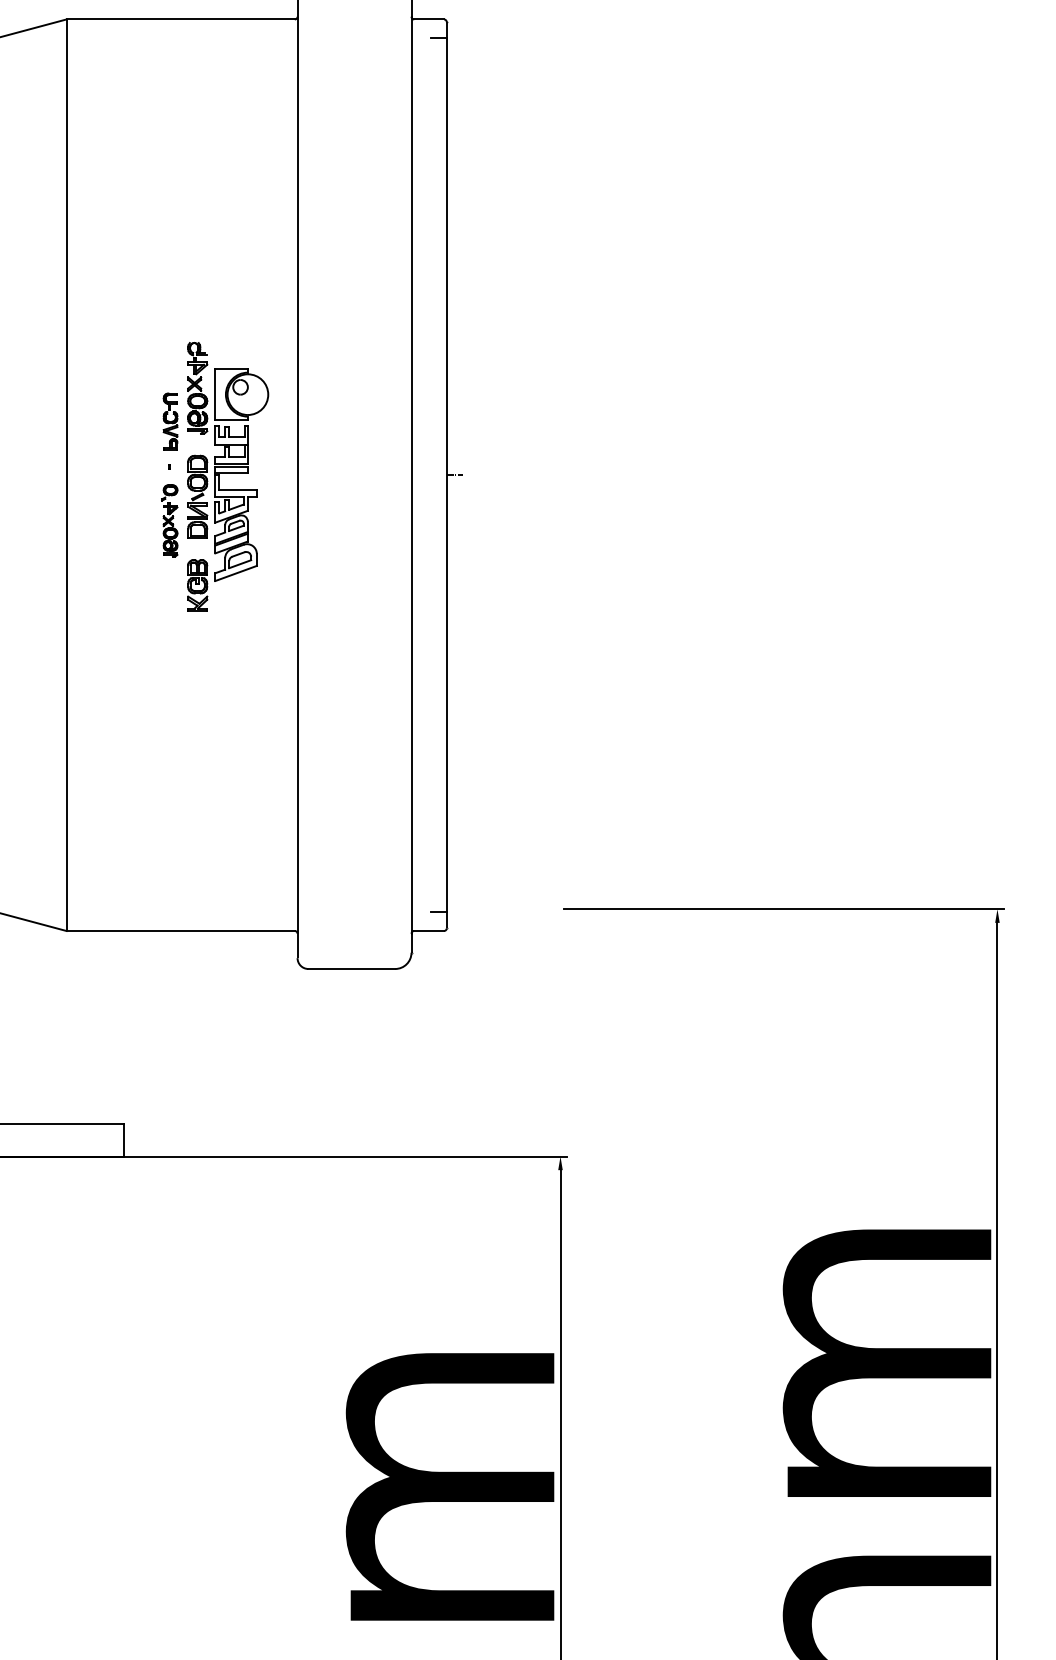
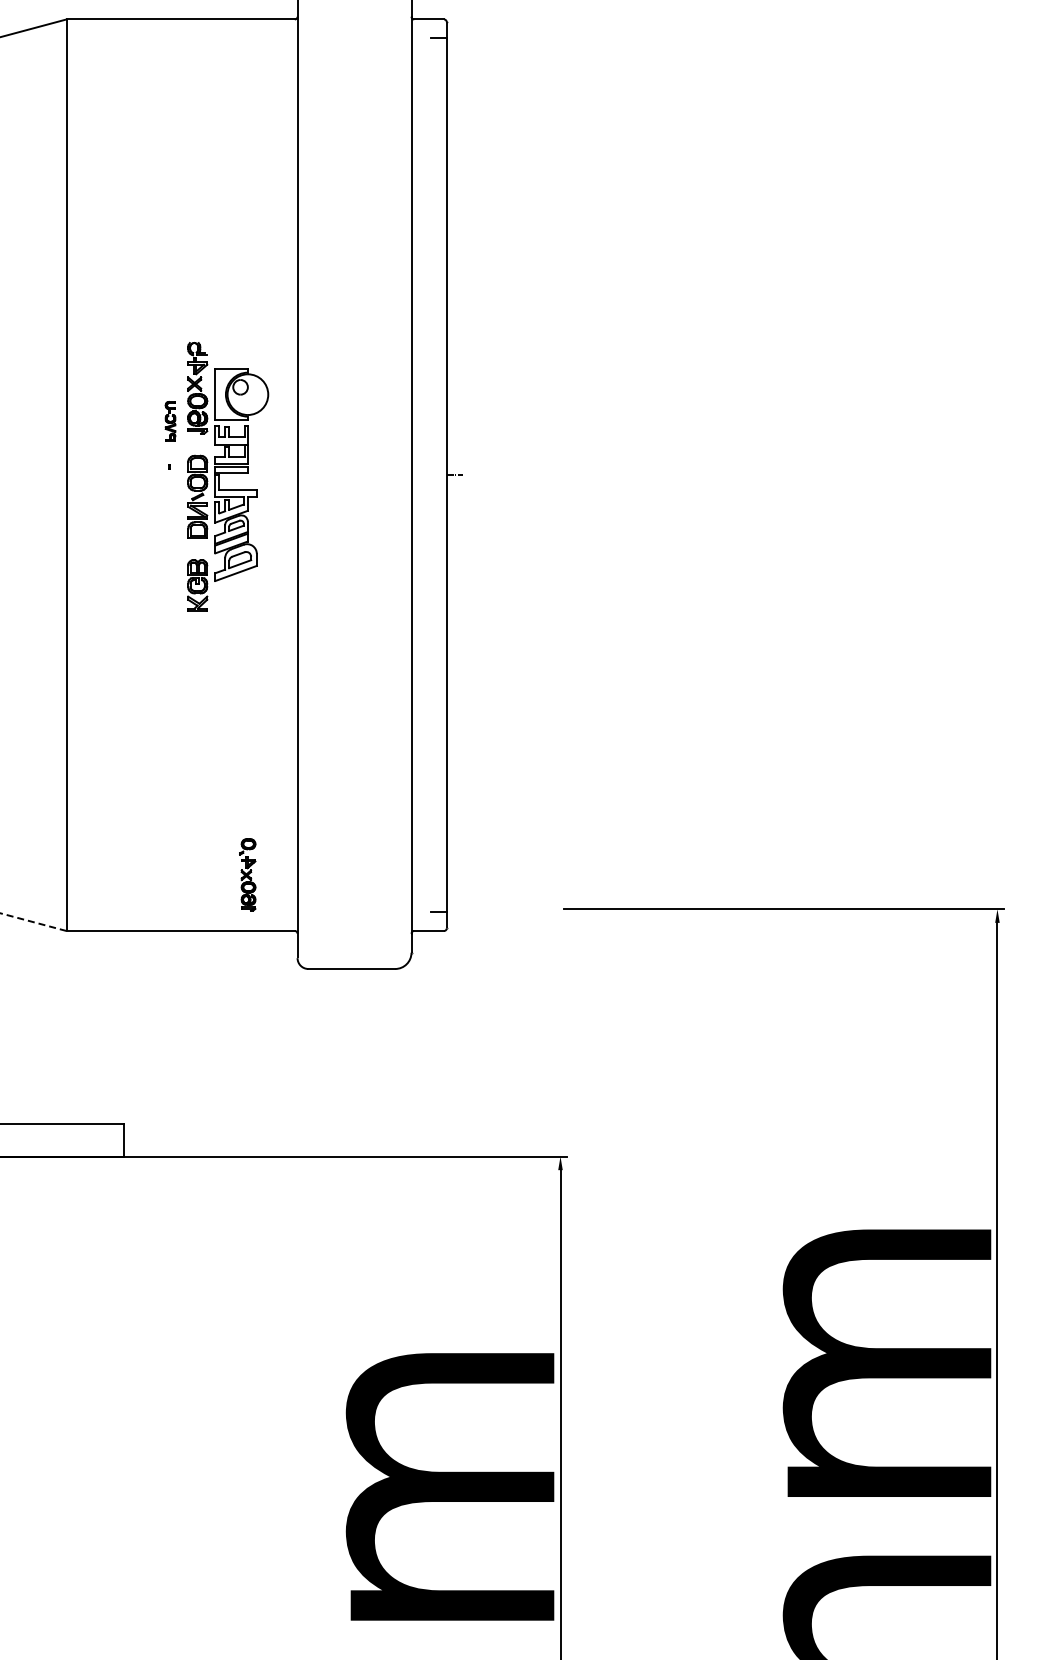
part at (170, 421) size: 17x59 px -> 13x41 px
part at (169, 520) position: (169, 520) -> (247, 874)
line at (32, 921): solid -> dashed
